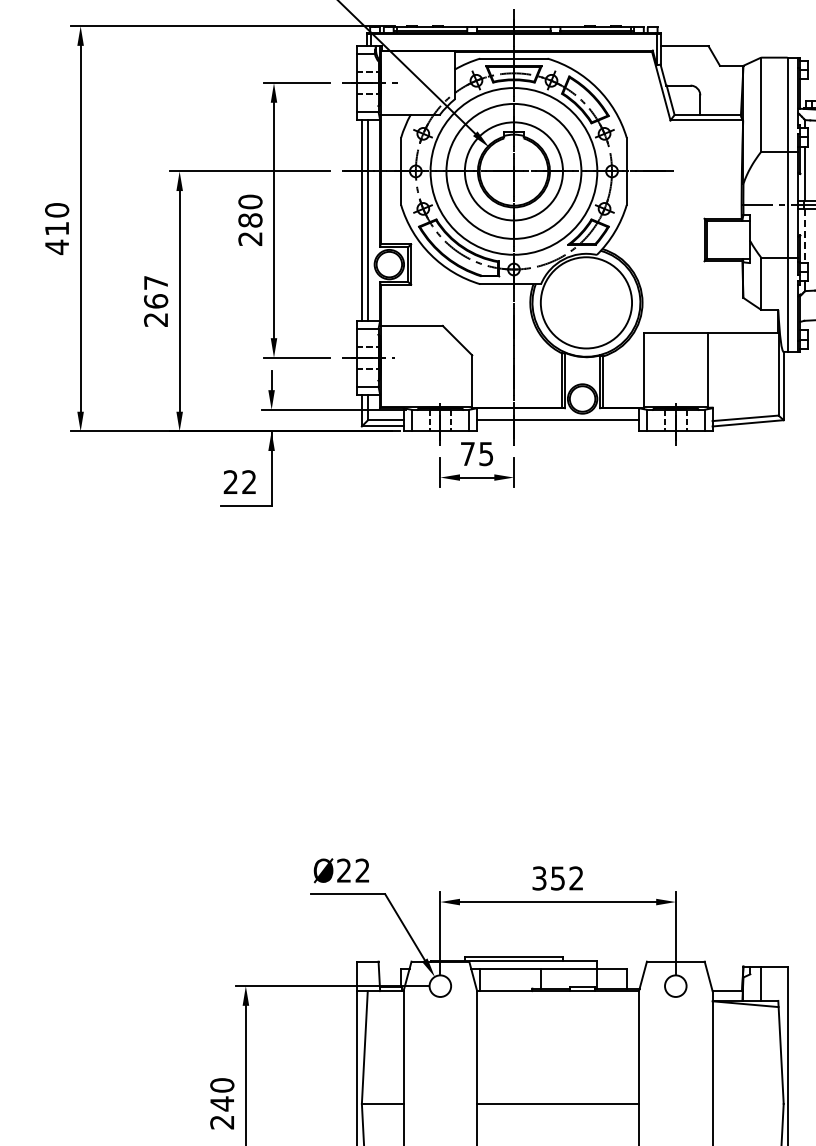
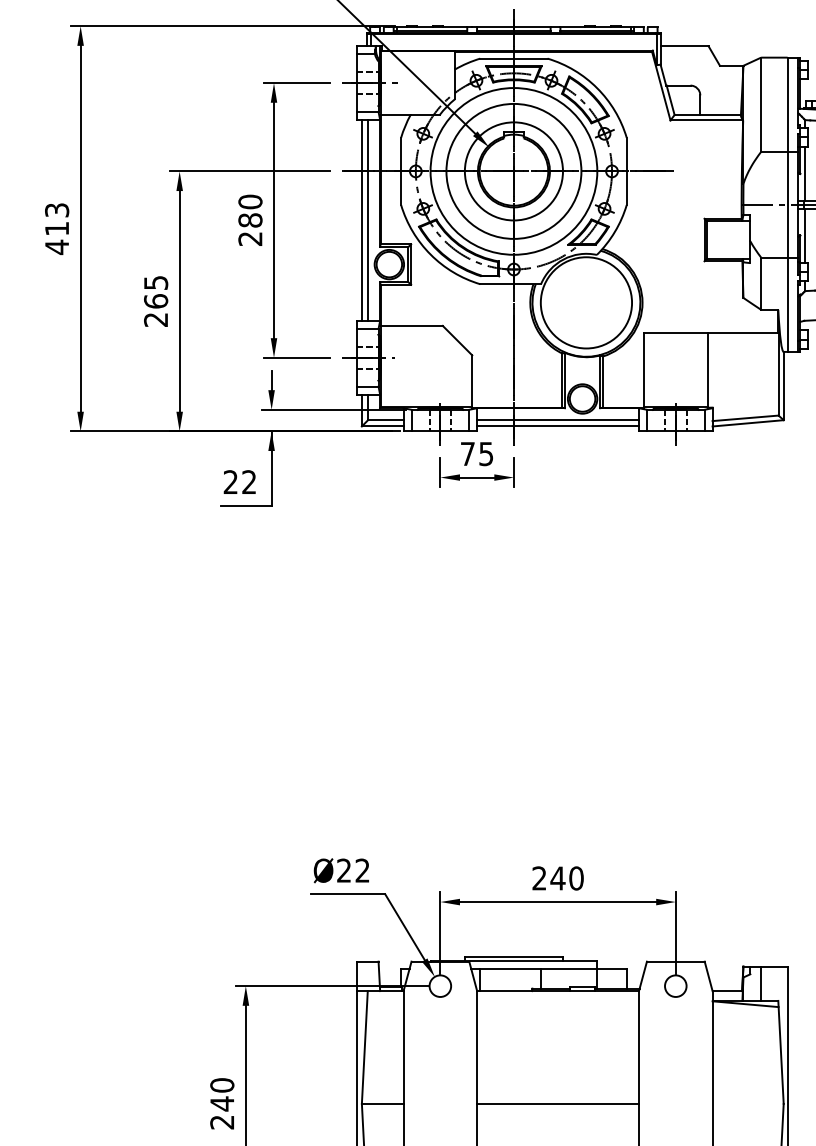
text at (57, 210): 410 -> 413
line at (805, 236): dashed -> solid
text at (156, 282): 267 -> 265
line at (558, 426): none -> present
text at (557, 878): 352 -> 240
